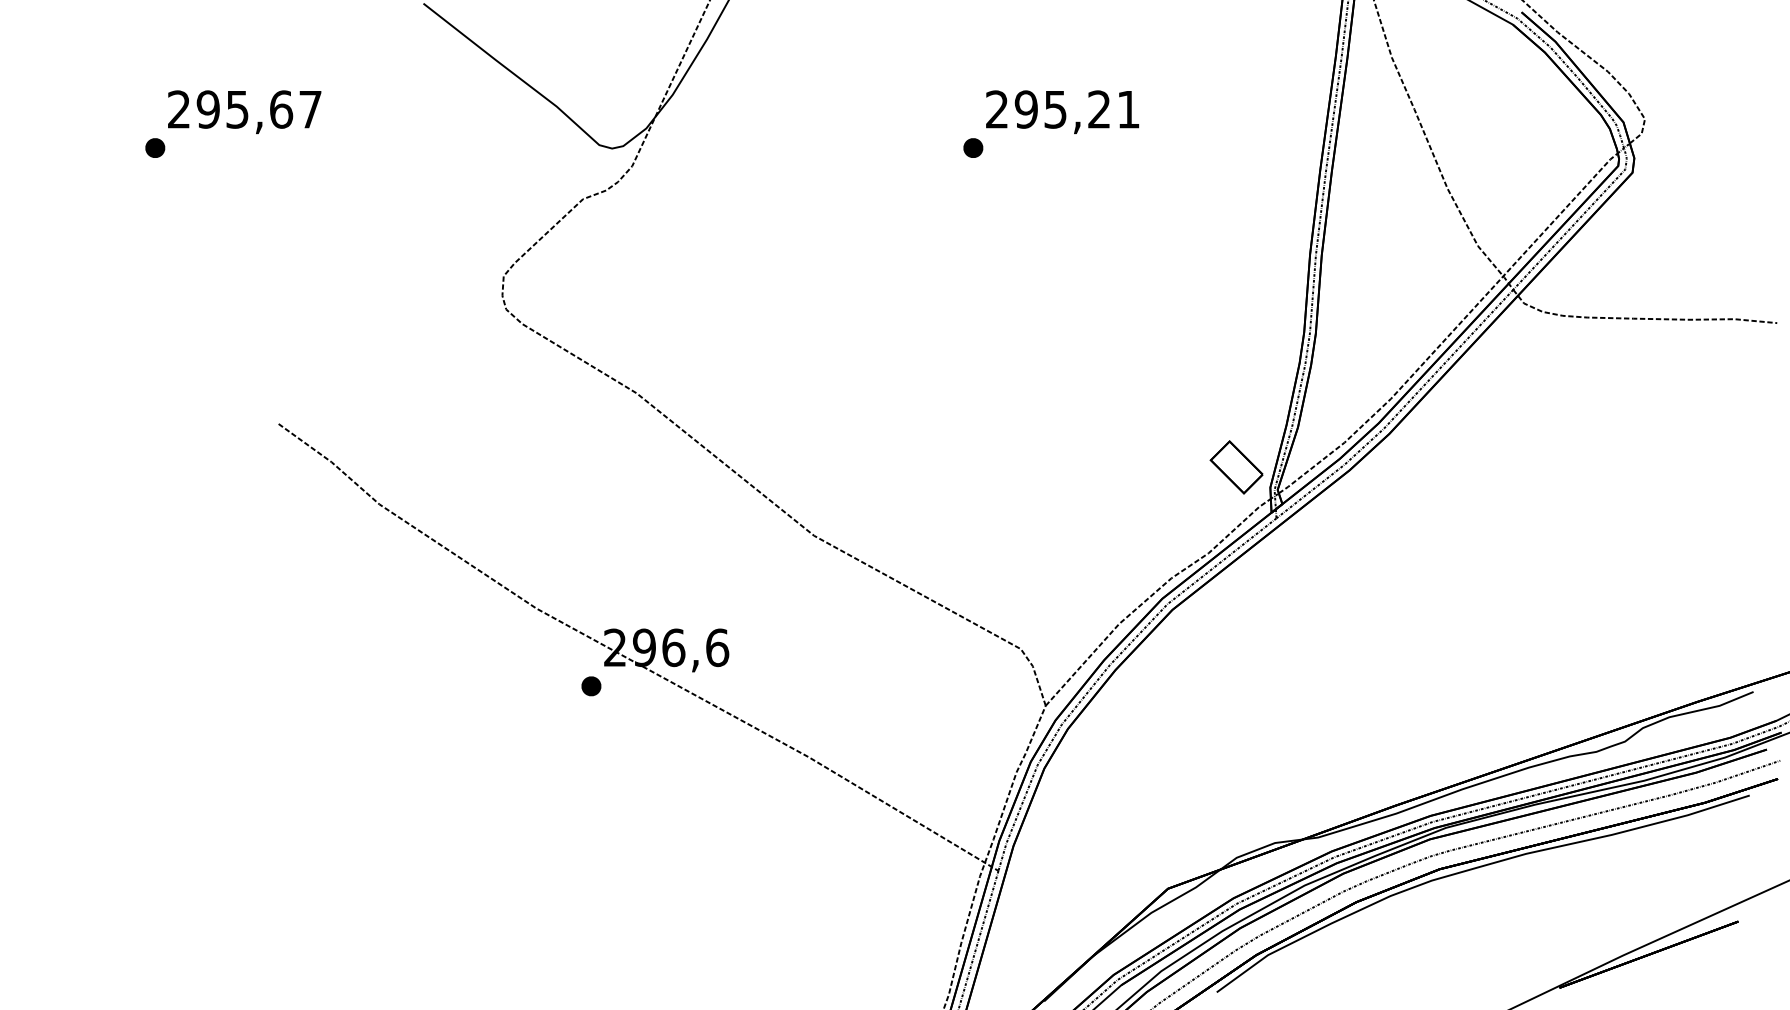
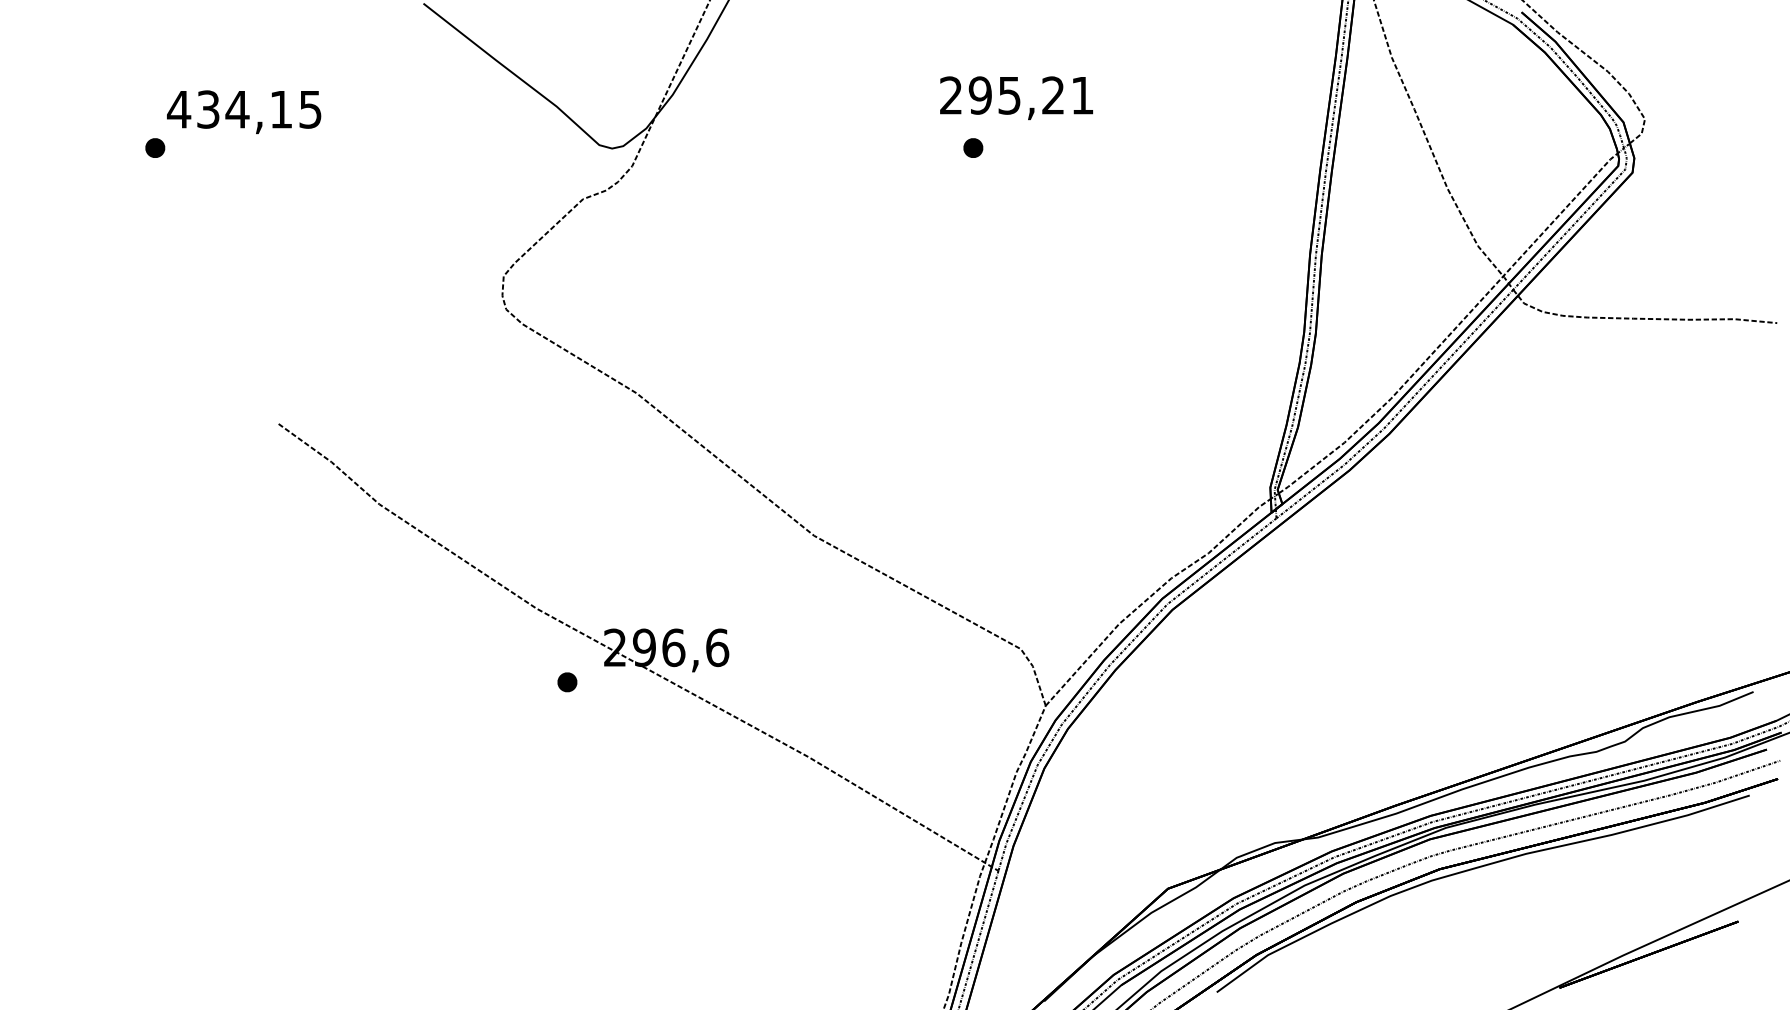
text at (244, 109): 295,67 -> 434,15
text at (1062, 112) position: (1062, 112) -> (1016, 98)
part at (1236, 467): present -> none
part at (591, 686) position: (591, 686) -> (567, 682)
